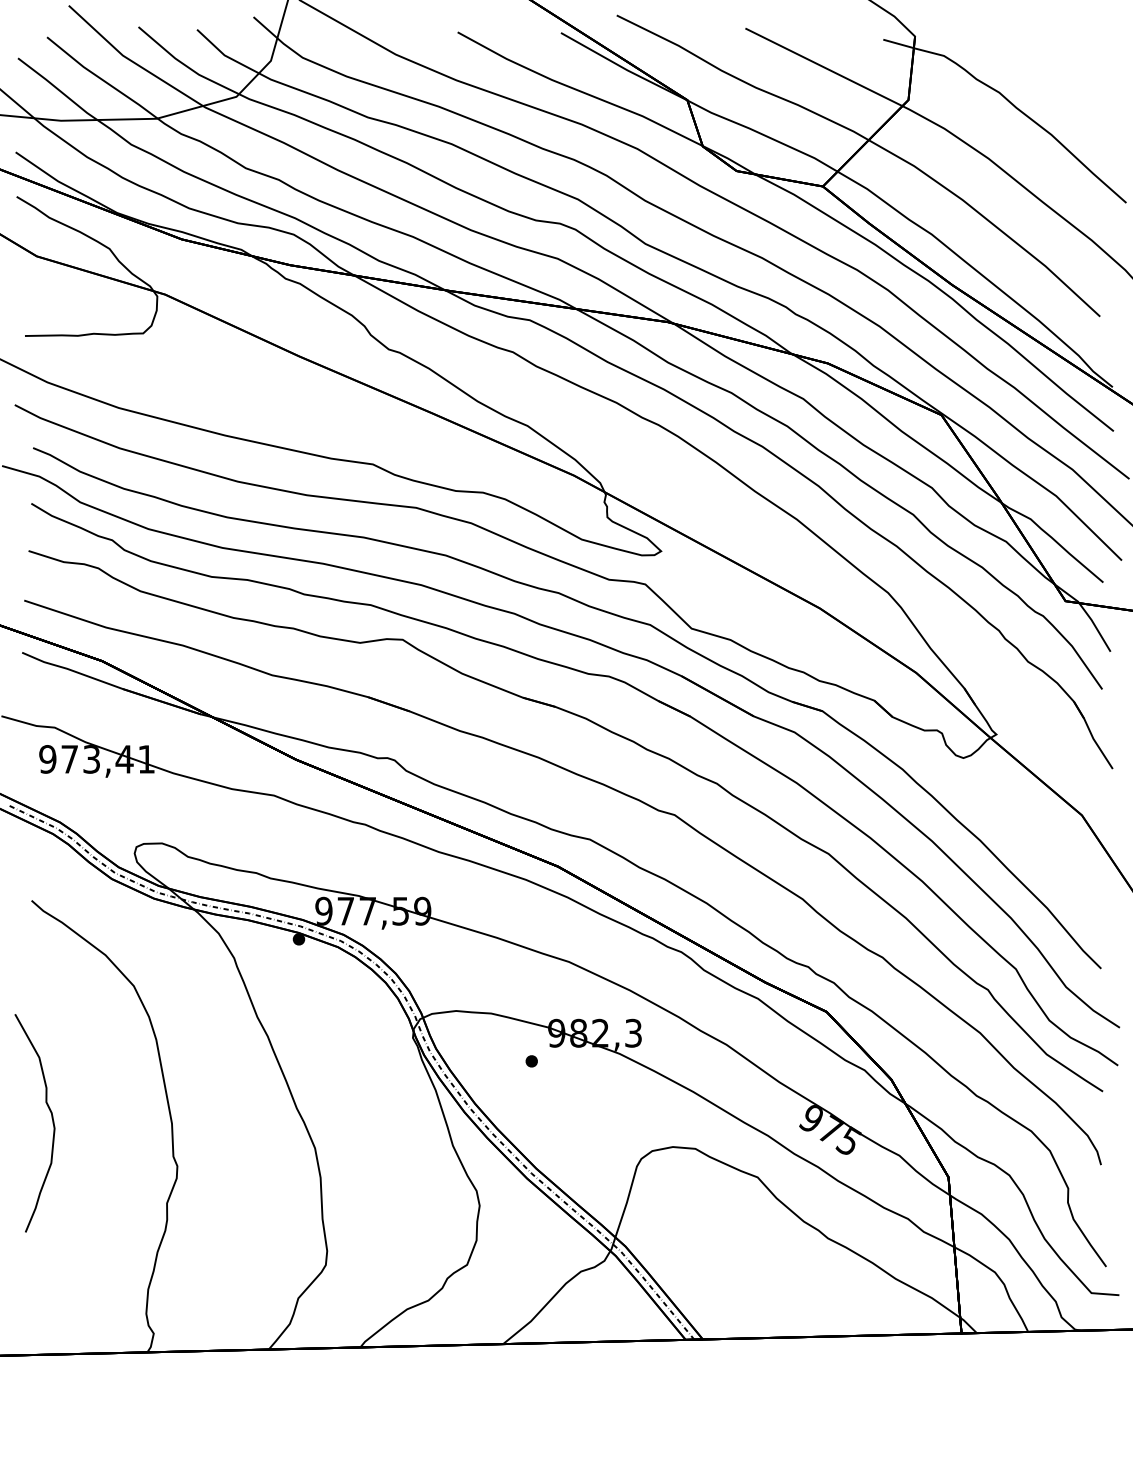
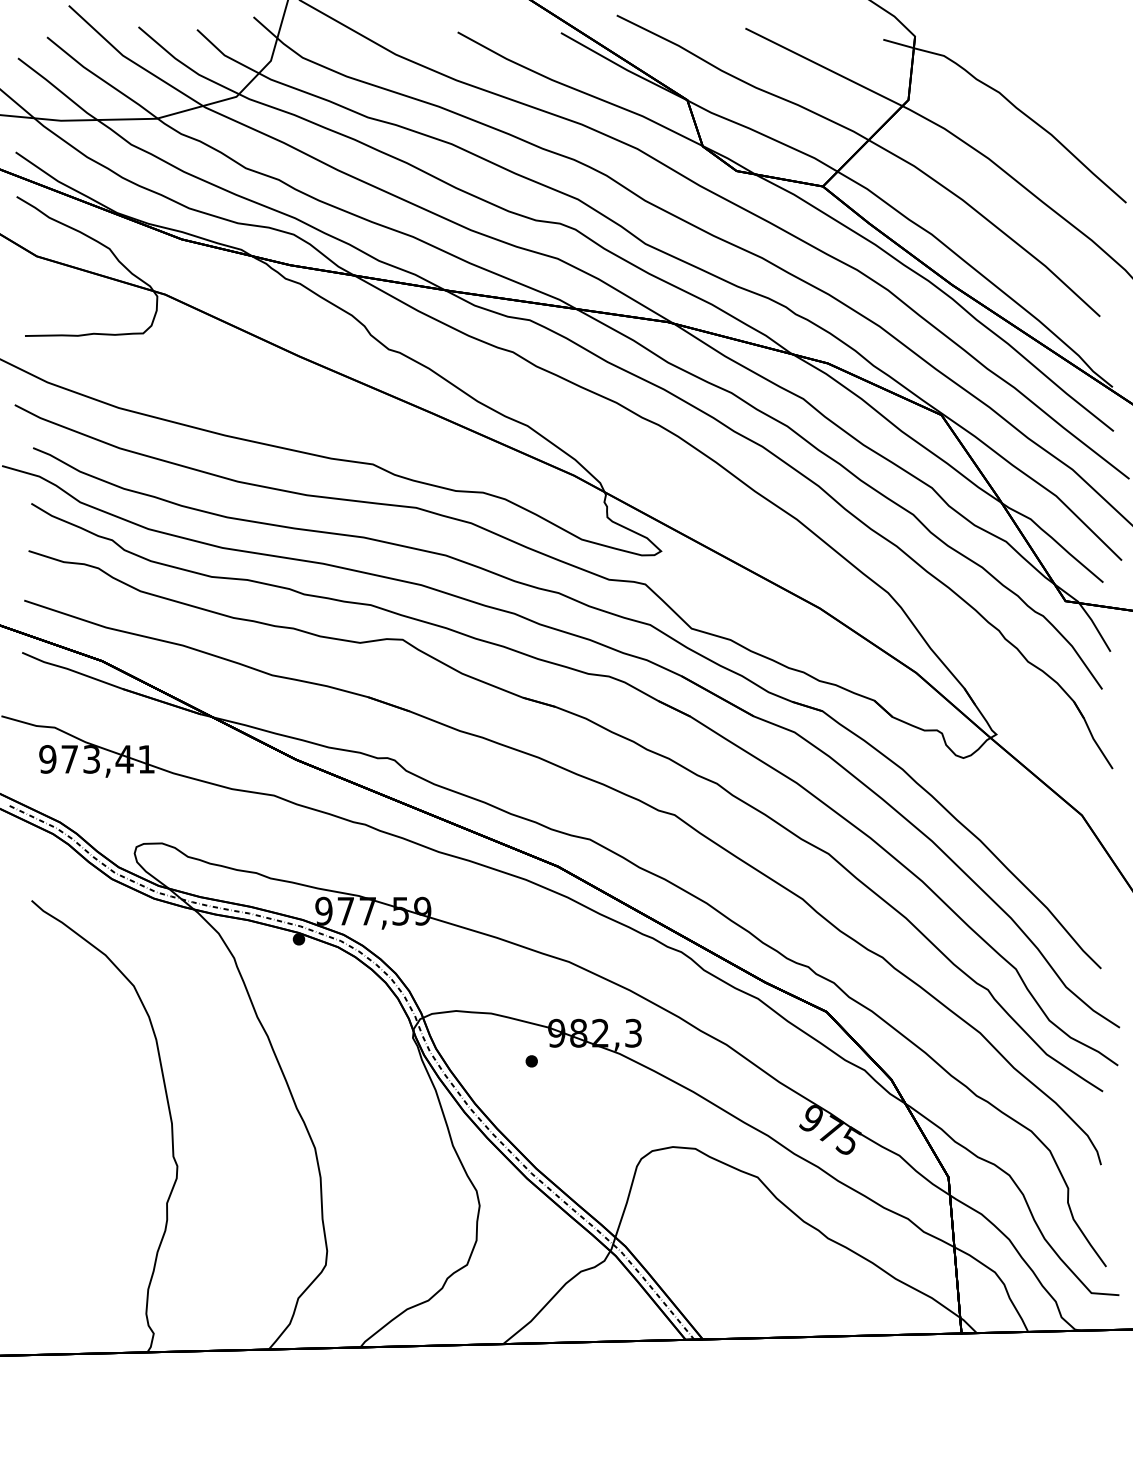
curve at (51, 1118): present -> none
